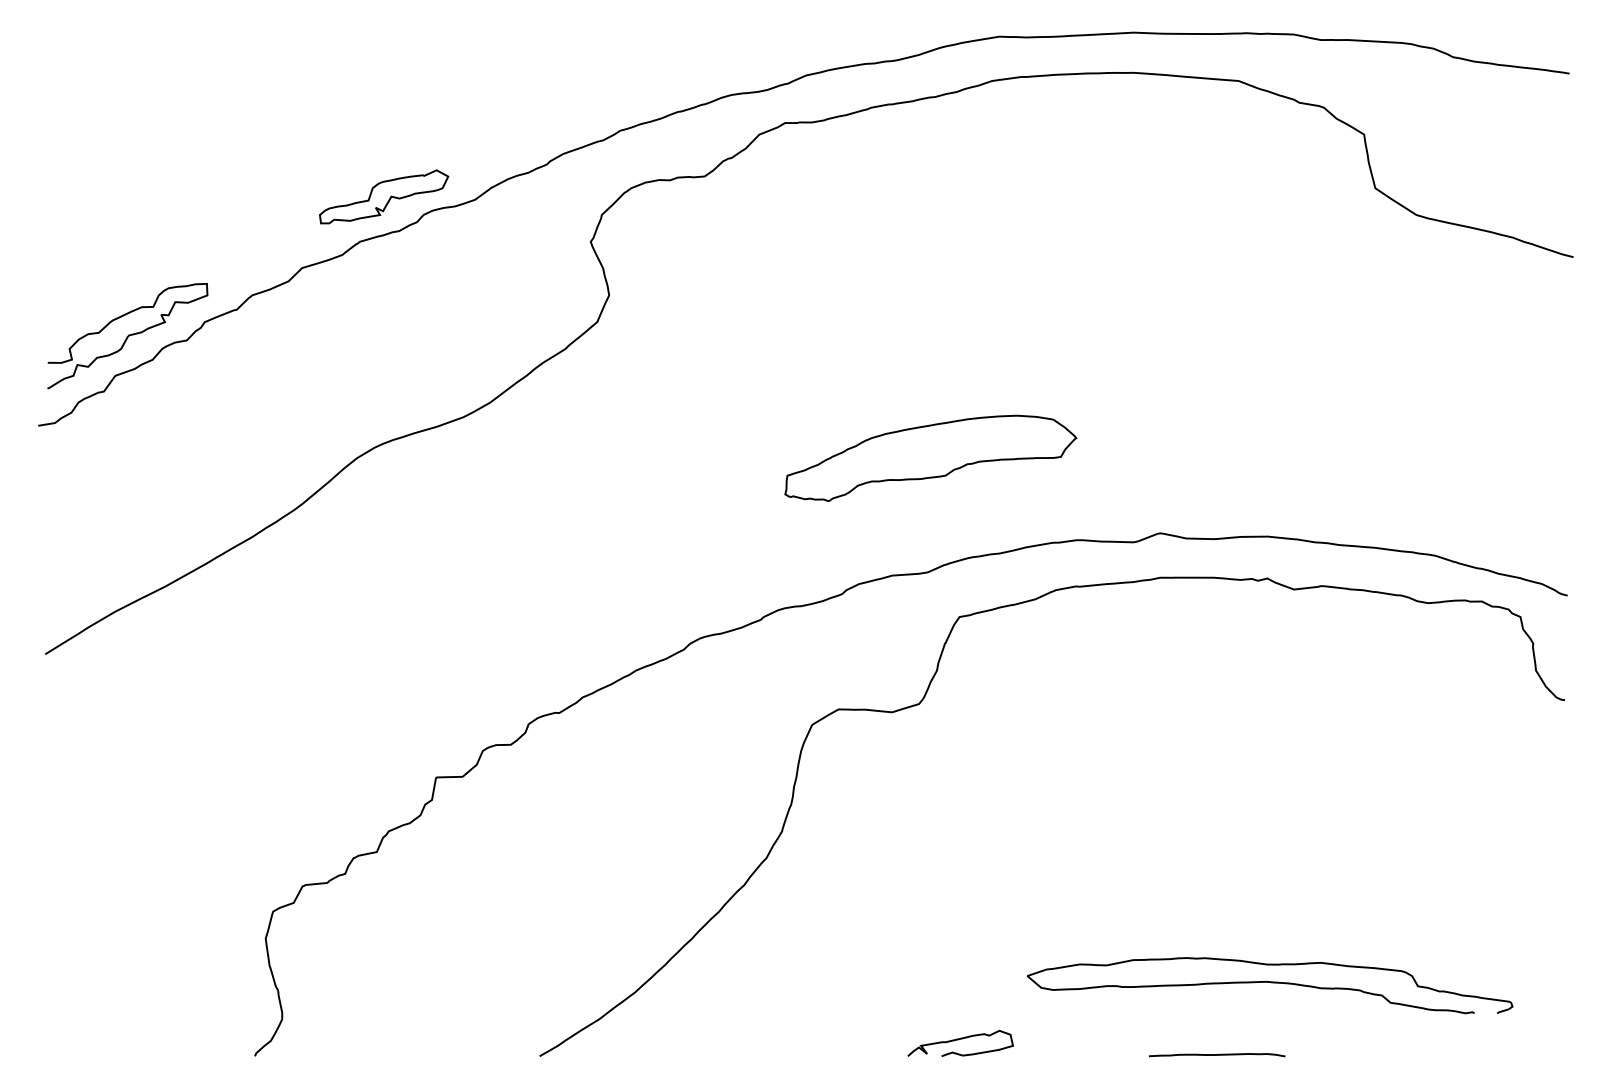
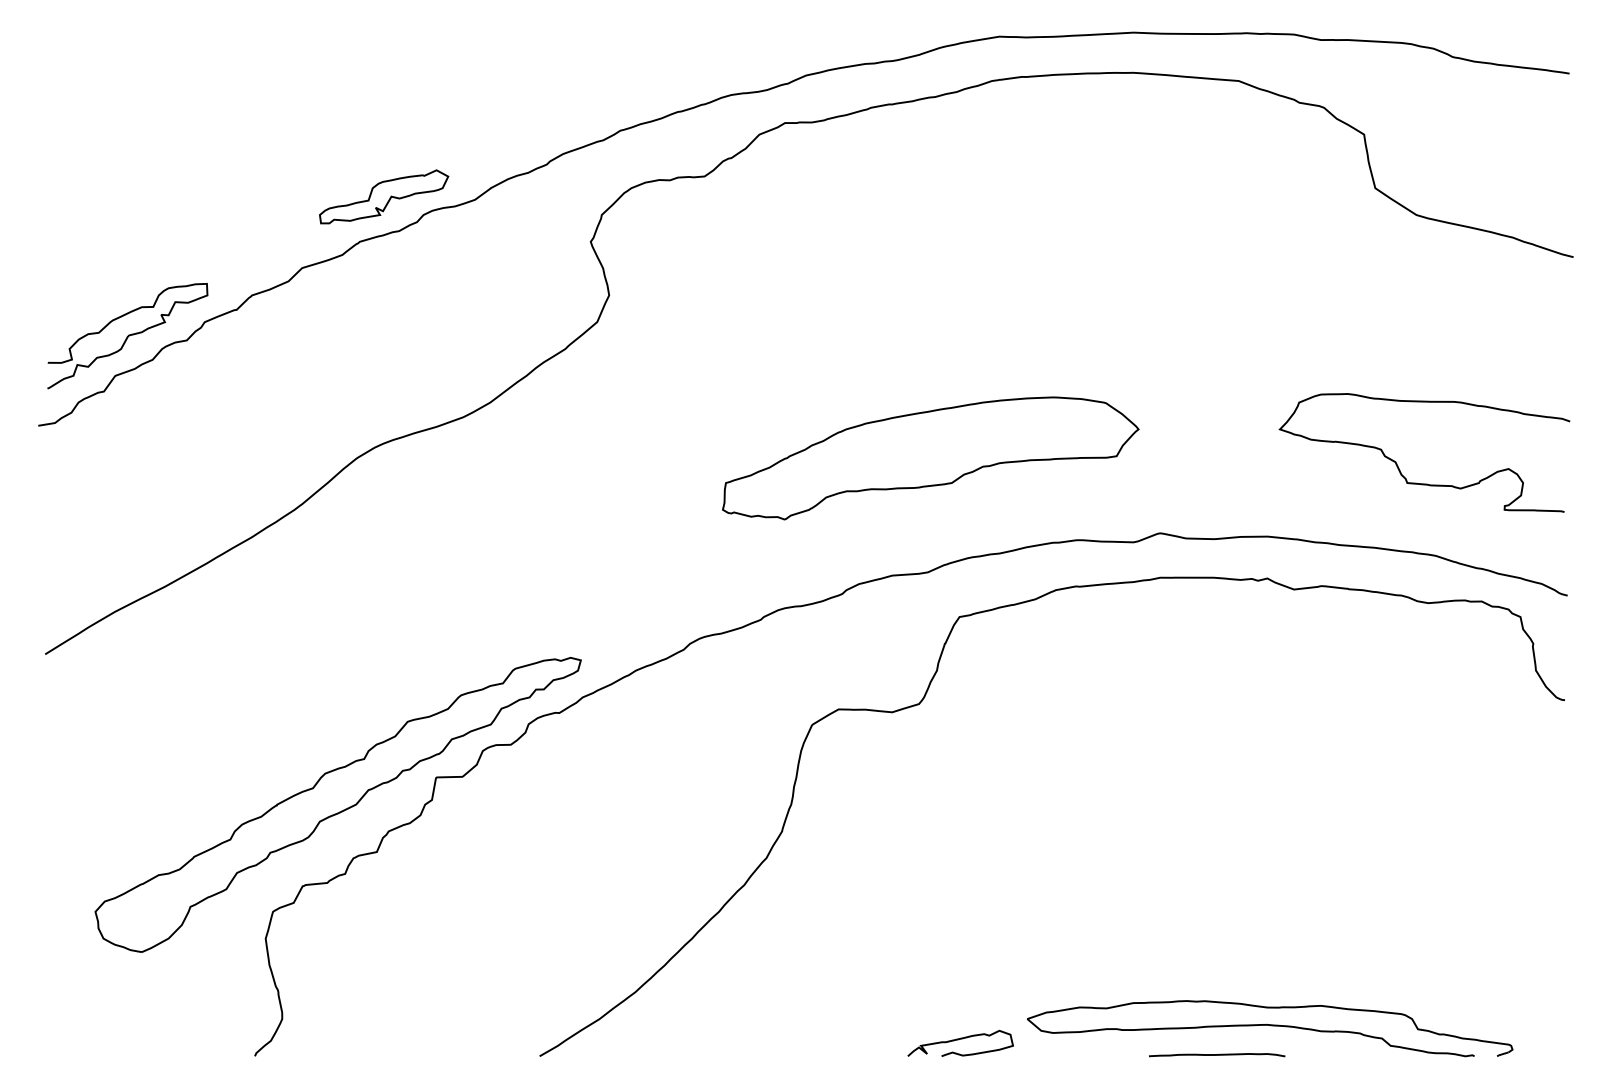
part at (930, 457) size: 294x88 px -> 418x125 px
curve at (1398, 465): none -> present
part at (337, 804): none -> present
part at (1269, 985) position: (1269, 985) -> (1269, 1028)
